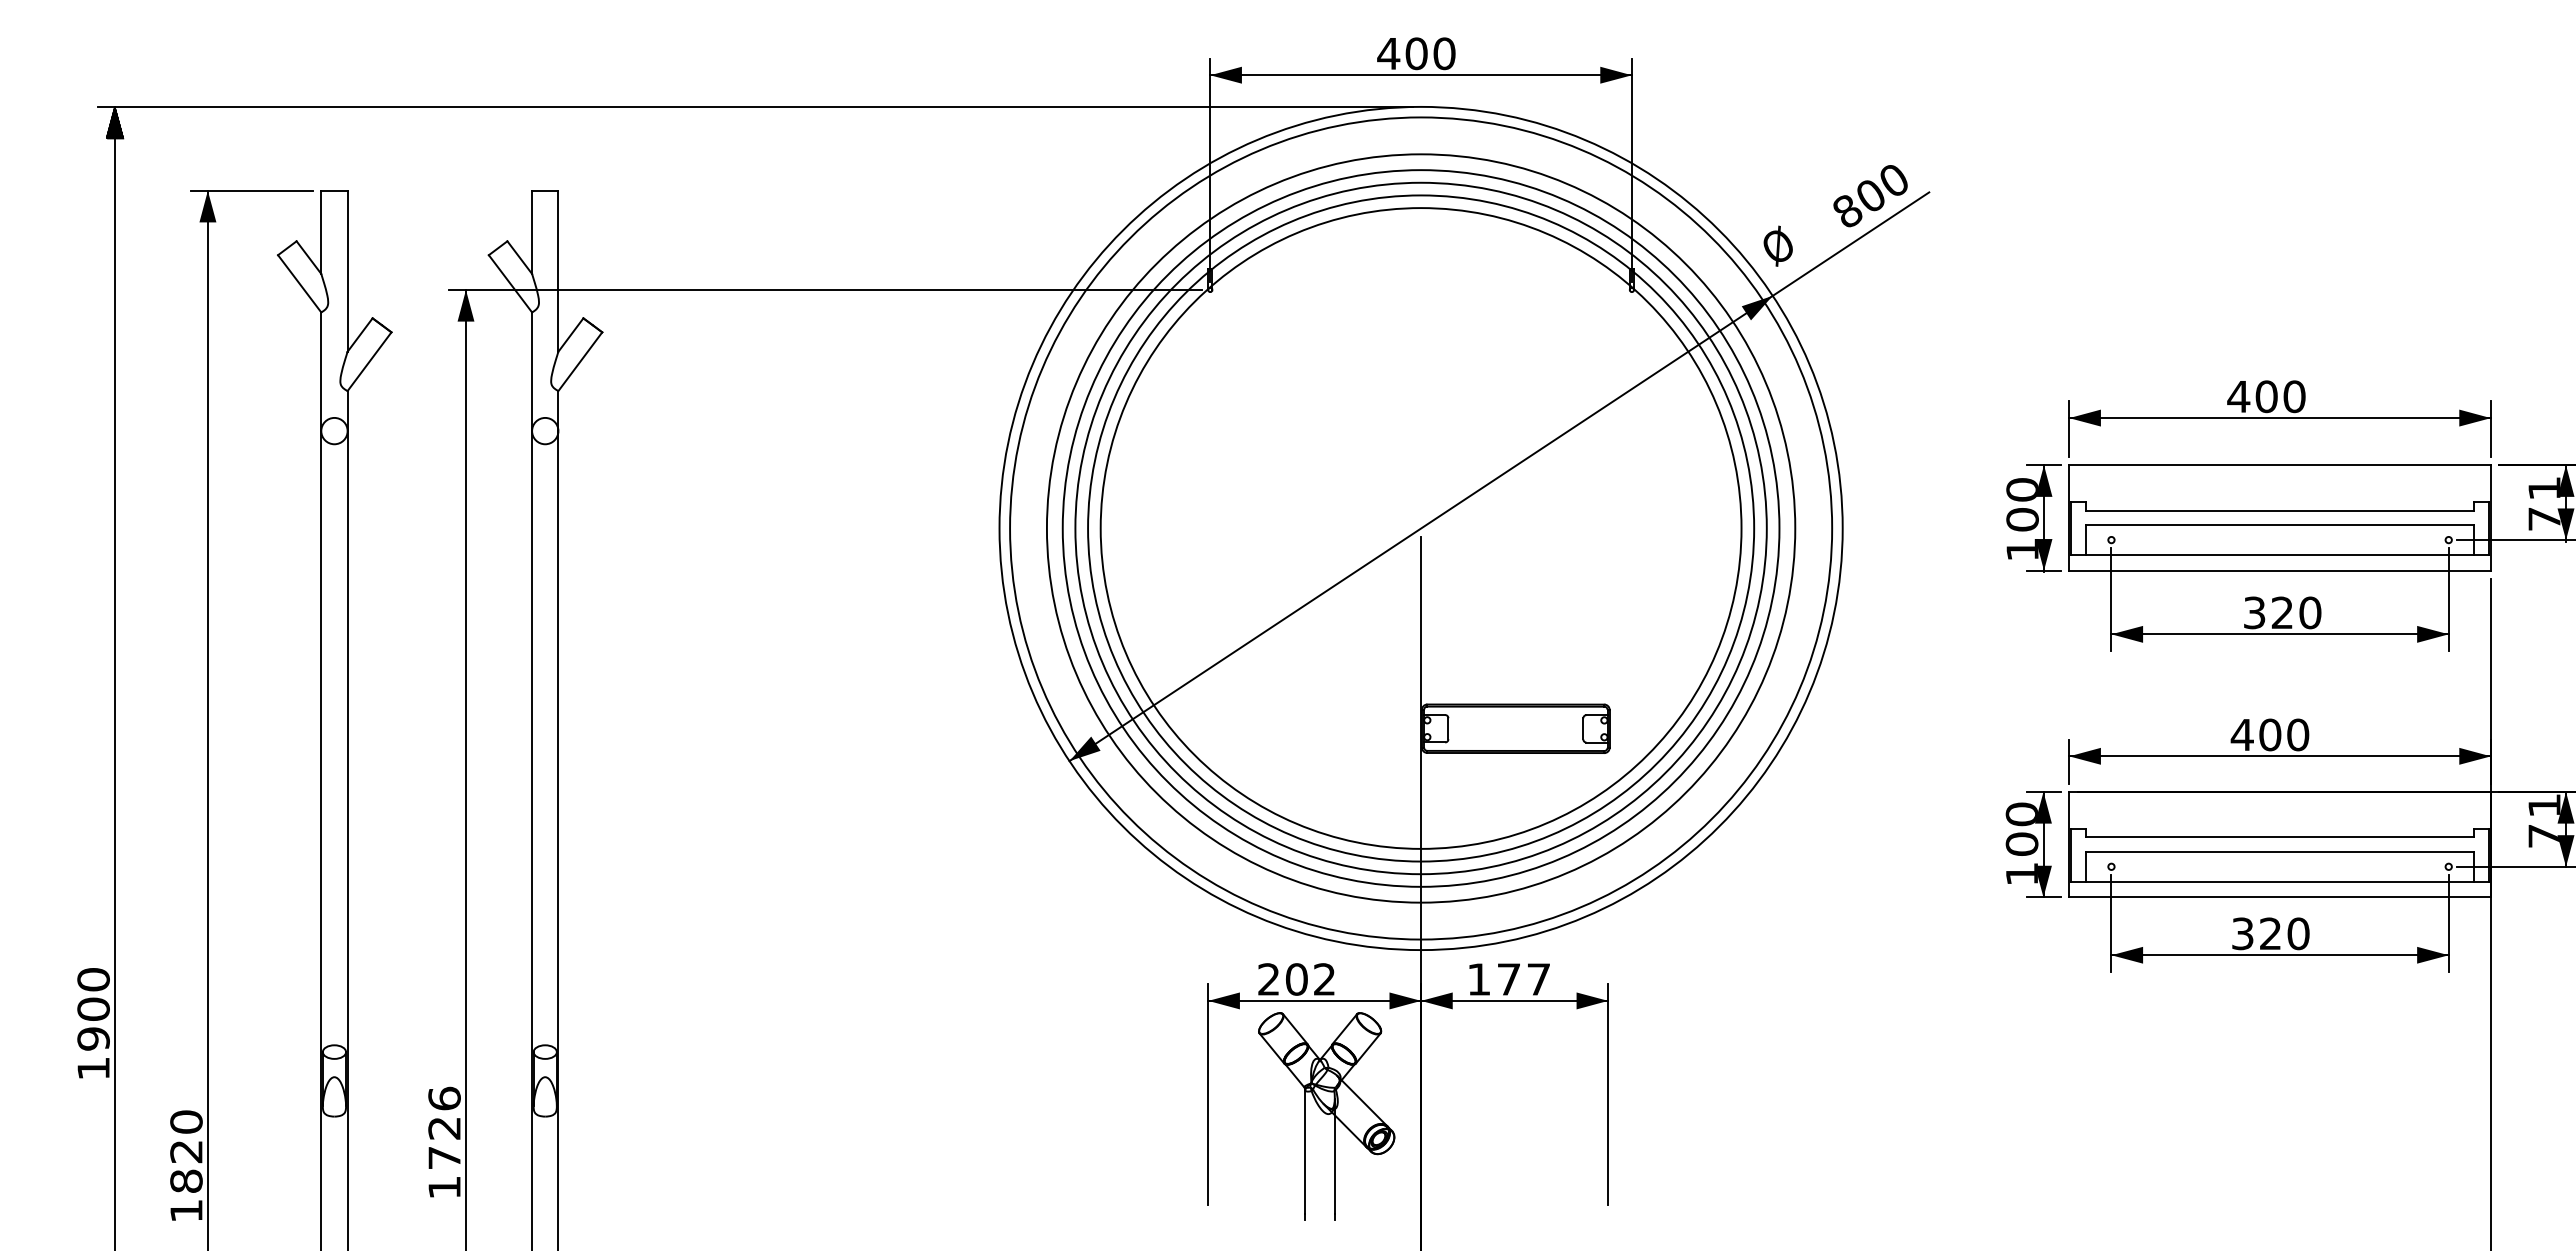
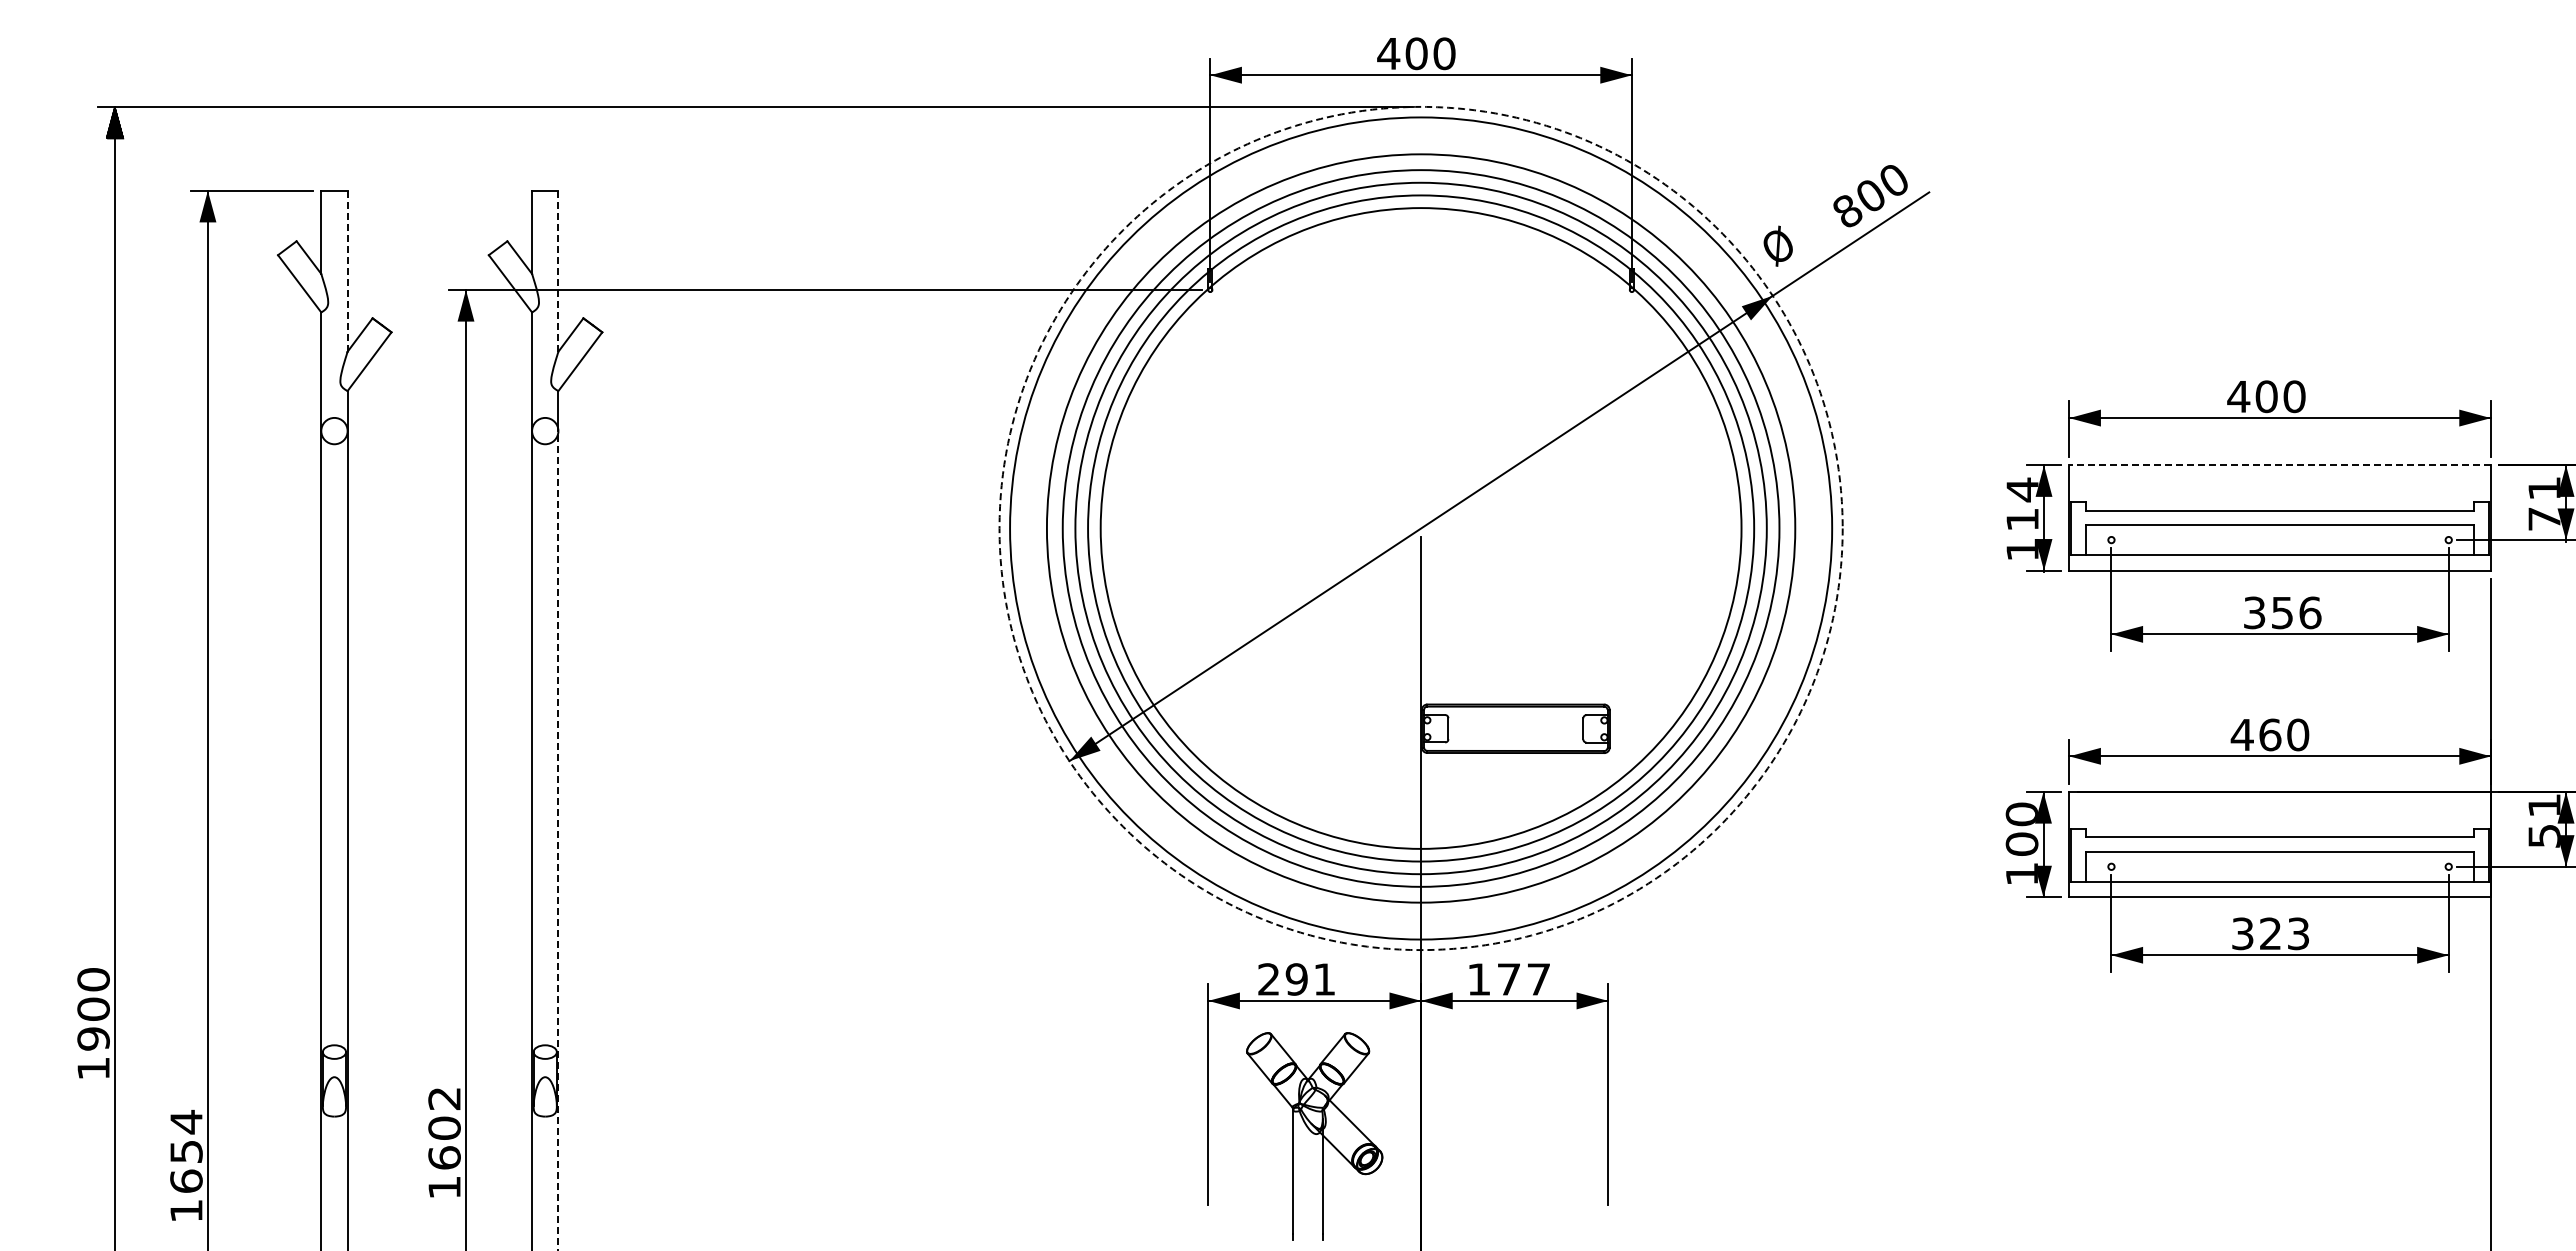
line at (347, 270): solid -> dashed
line at (558, 270): solid -> dashed
line at (2280, 465): solid -> dashed
text at (2022, 504): 100 -> 114
circle at (1420, 528): solid -> dashed
text at (2296, 612): 320 -> 356
text at (2270, 734): 400 -> 460
text at (2544, 836): 71 -> 51
line at (558, 840): solid -> dashed
text at (2298, 933): 320 -> 323
text at (1309, 979): 202 -> 291
part at (1326, 1116) position: (1326, 1116) -> (1314, 1136)
text at (444, 1127): 1726 -> 1602
text at (186, 1150): 1820 -> 1654
